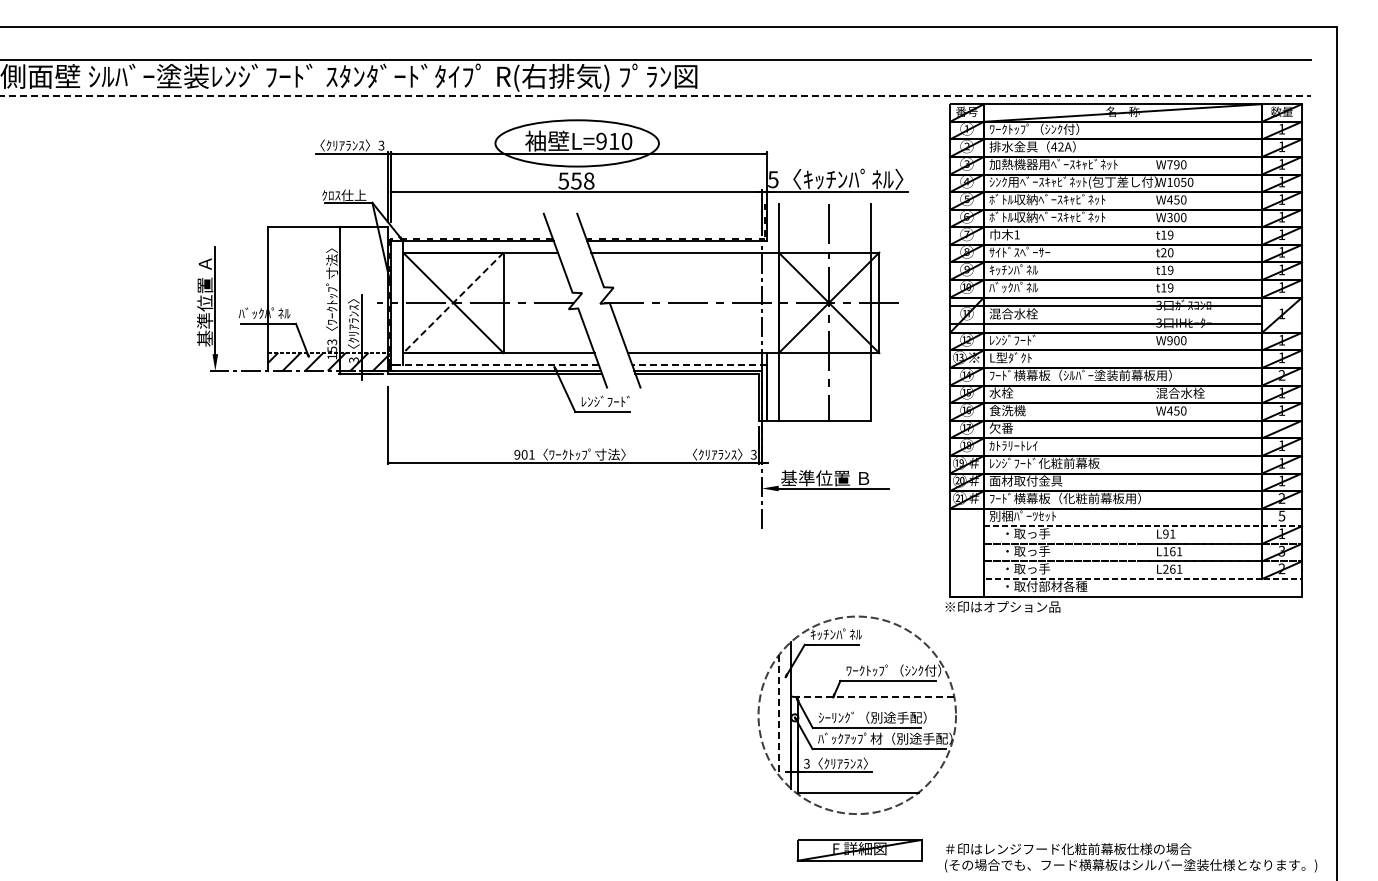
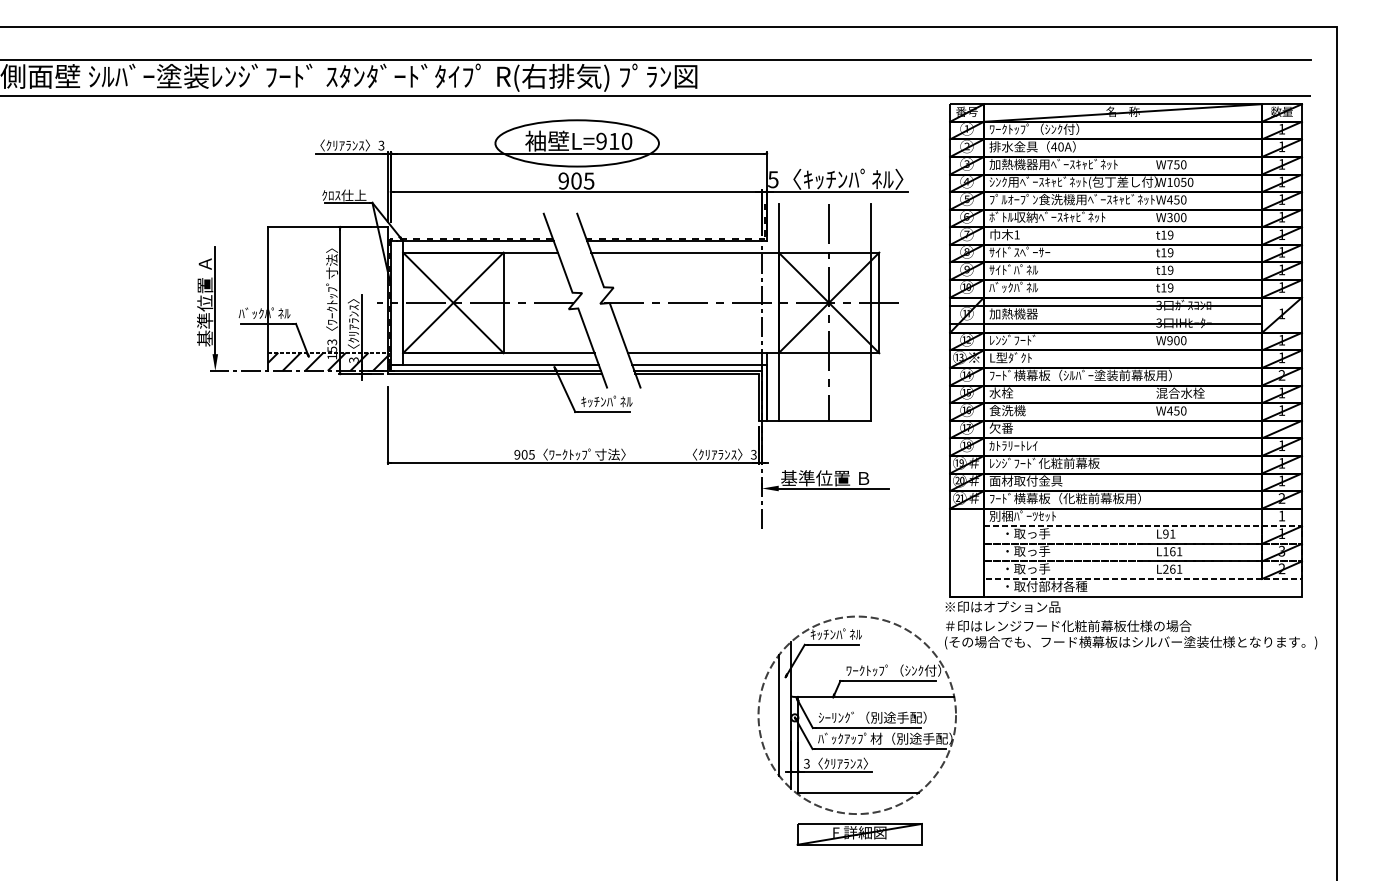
line at (655, 96): dashed -> solid
text at (1060, 146): 42A -> 40A
text at (1176, 164): W790 -> W750
text at (576, 180): 558 -> 905
text at (1071, 199): ﾎﾞﾄﾙ収納ﾍﾞｰｽｷｬﾋﾞﾈｯﾄ -> ﾌﾟﾙｵｰﾌﾟﾝ食洗機用ﾍﾞｰｽｷｬﾋﾞﾈｯﾄ
text at (1167, 252): t20 -> t19
text at (1000, 269): ｷｯﾁﾝﾊﾟﾈﾙ -> ｻｲﾄﾞﾊﾟﾈﾙ
line at (453, 303): dashed -> solid
text at (1013, 313): 混合水栓 -> 加熱機器
line at (495, 365): dashed -> solid
line at (699, 365): dashed -> solid
text at (606, 401): ﾚﾝｼﾞﾌｰﾄﾞ -> ｷｯﾁﾝﾊﾟﾈﾙ
text at (531, 454): 901 -> 905
text at (1281, 515): 5 -> 1
line at (876, 696): dashed -> solid
line at (779, 715): dashed -> solid
part at (859, 850) position: (859, 850) -> (859, 834)
text at (1131, 857) position: (1131, 857) -> (1131, 634)
